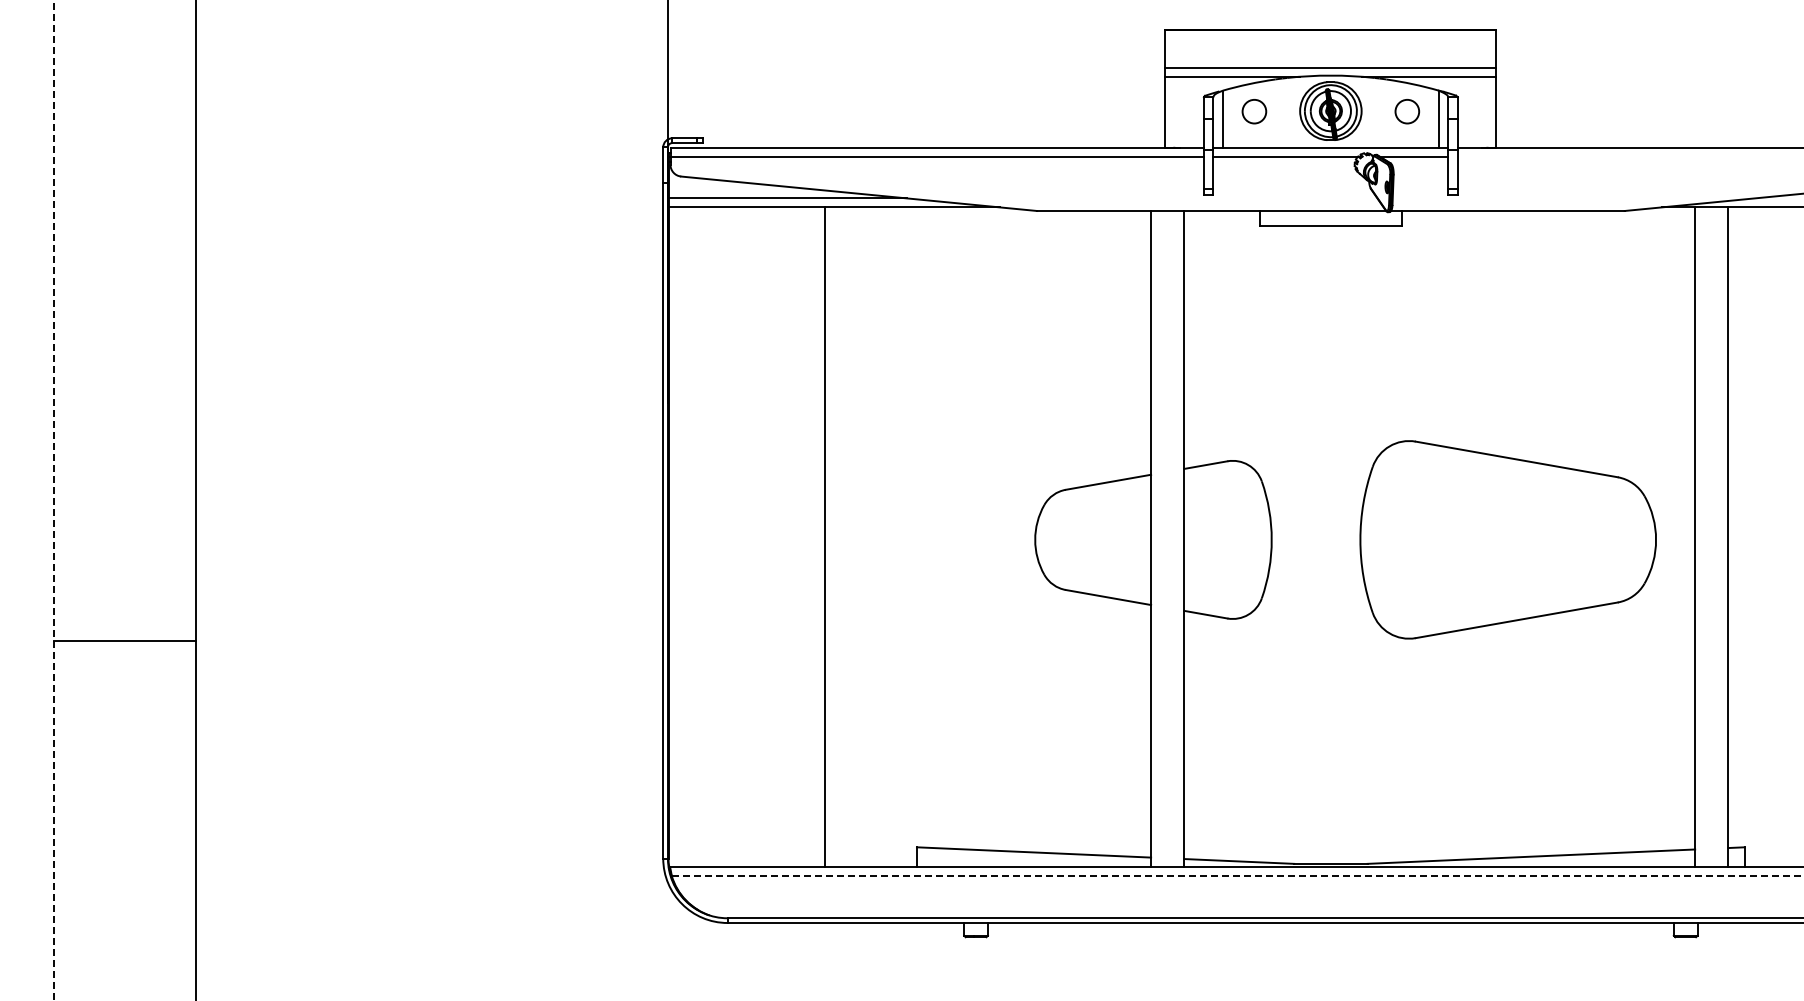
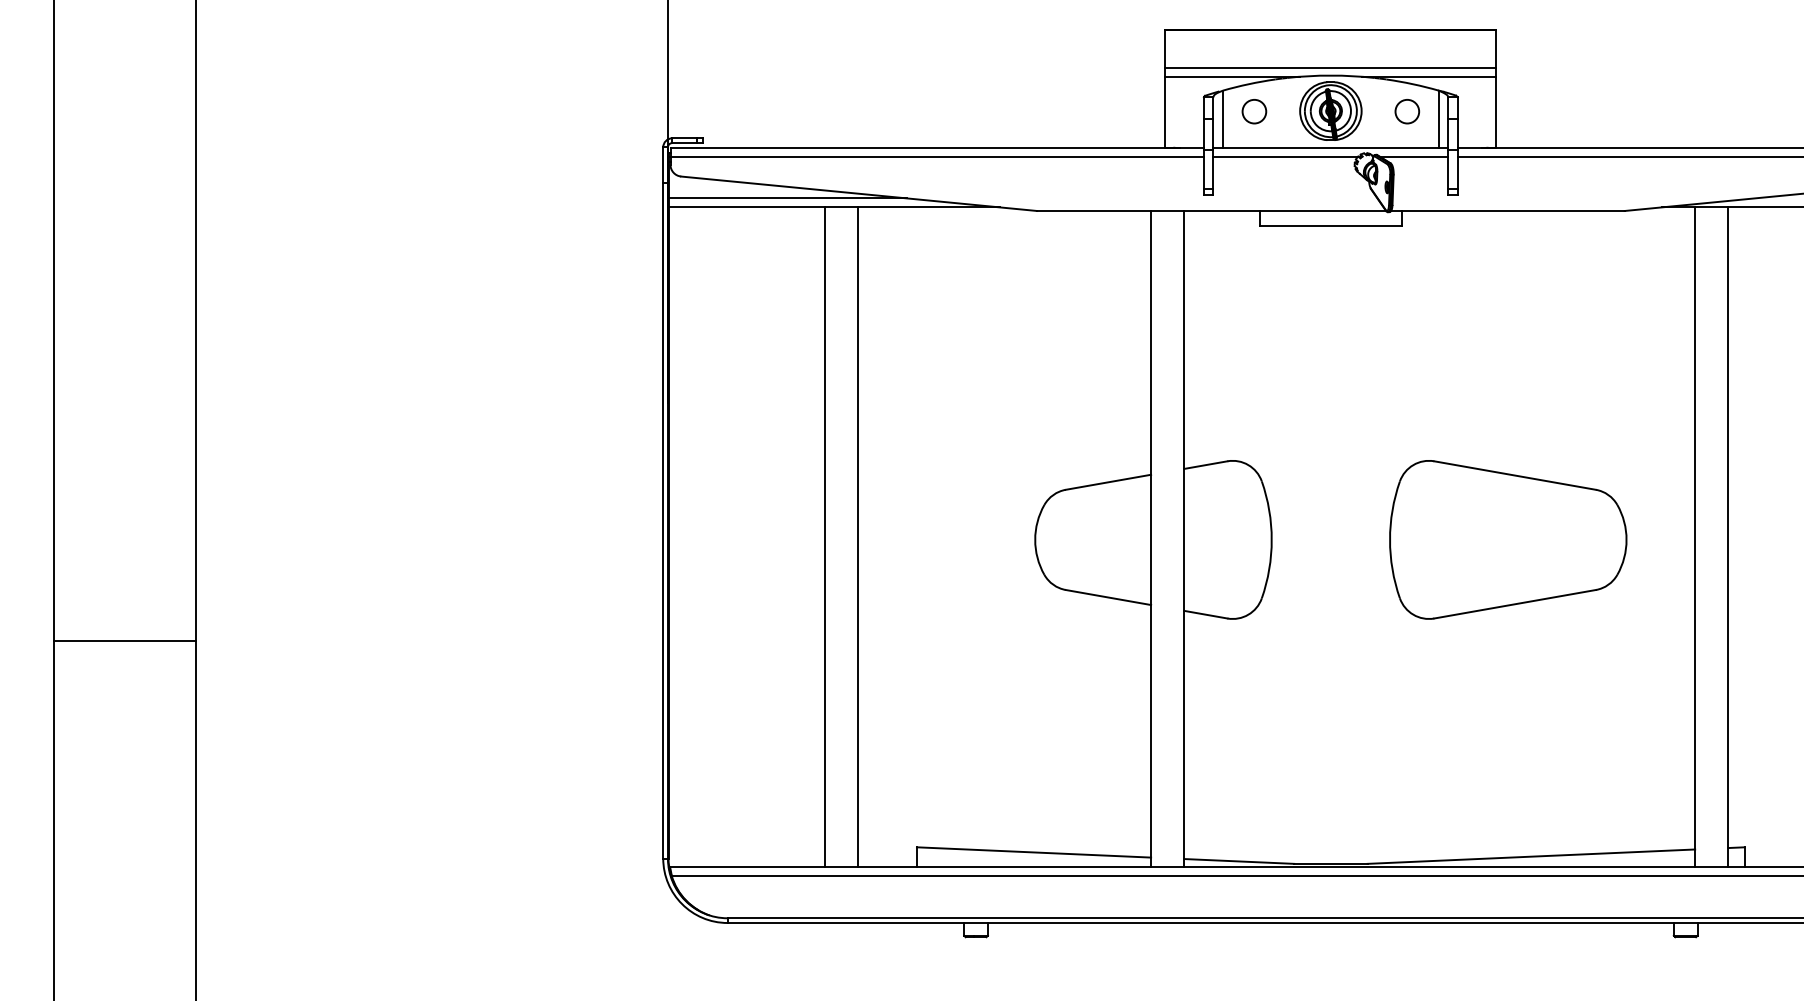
line at (1628, 156): none -> present
line at (54, 500): dashed -> solid
line at (857, 536): none -> present
part at (1507, 539) size: 298x200 px -> 239x160 px
line at (1237, 875): dashed -> solid
